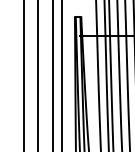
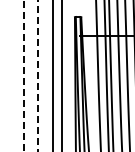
line at (23, 75): solid -> dashed
line at (38, 76): solid -> dashed
